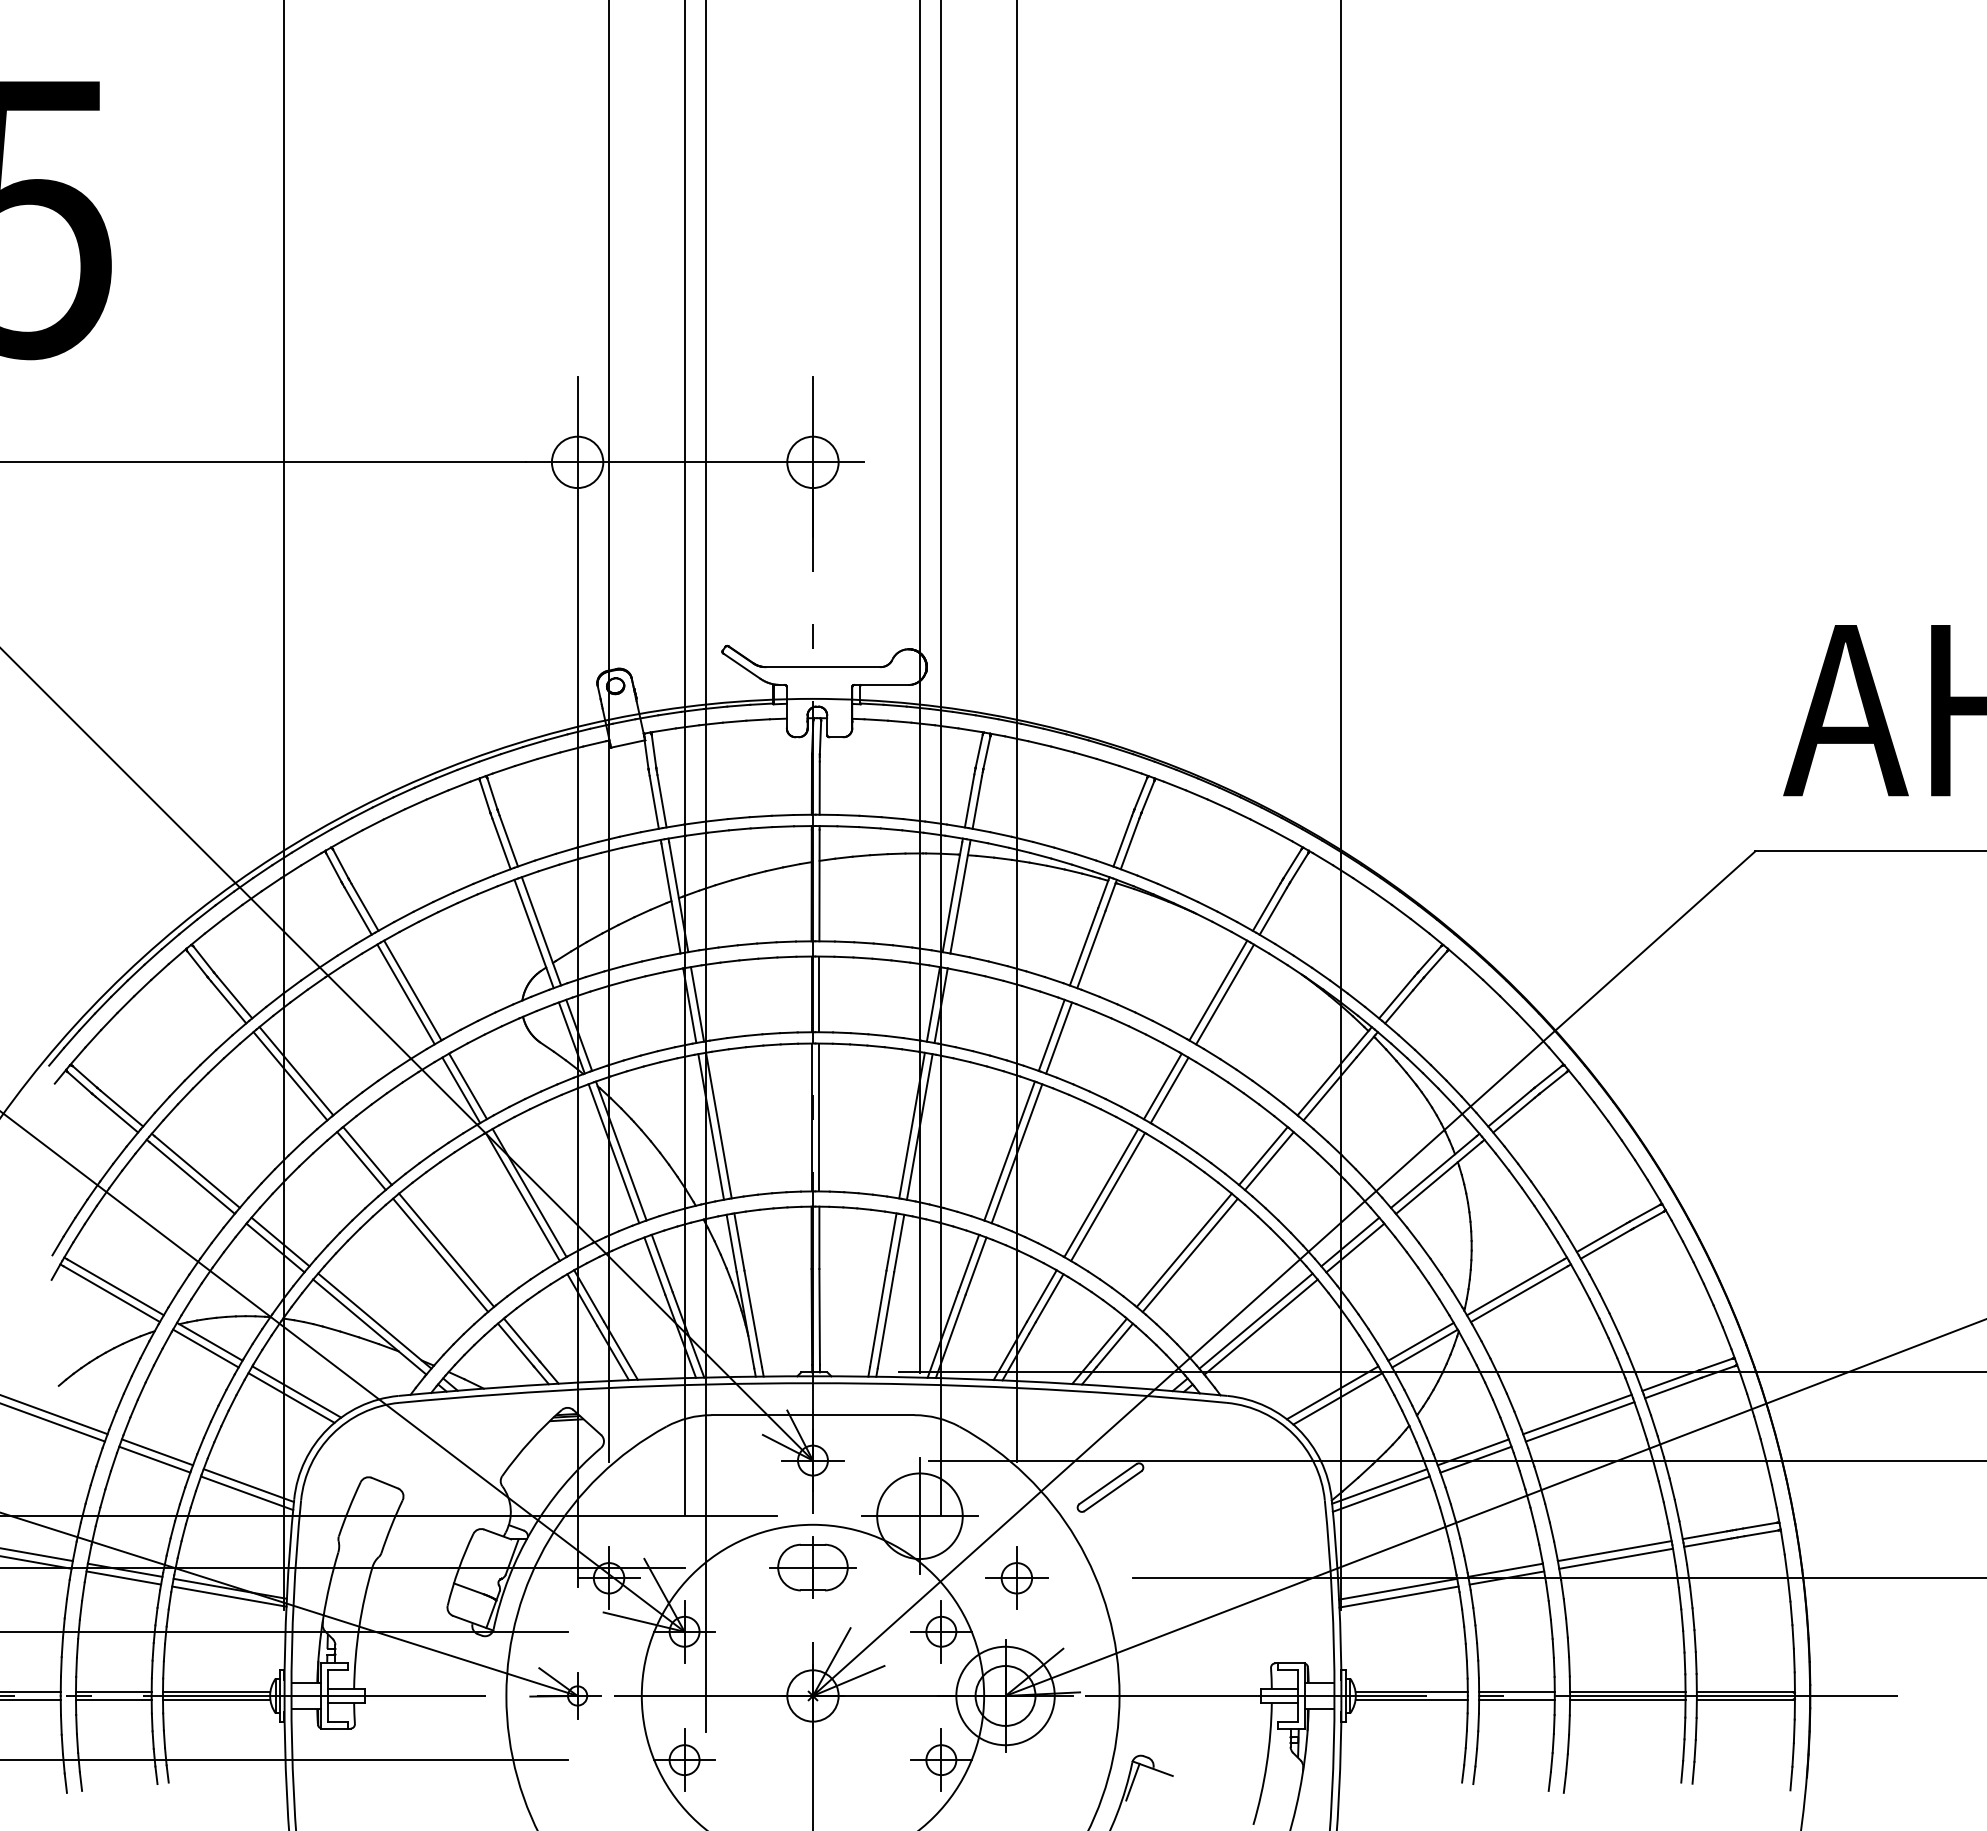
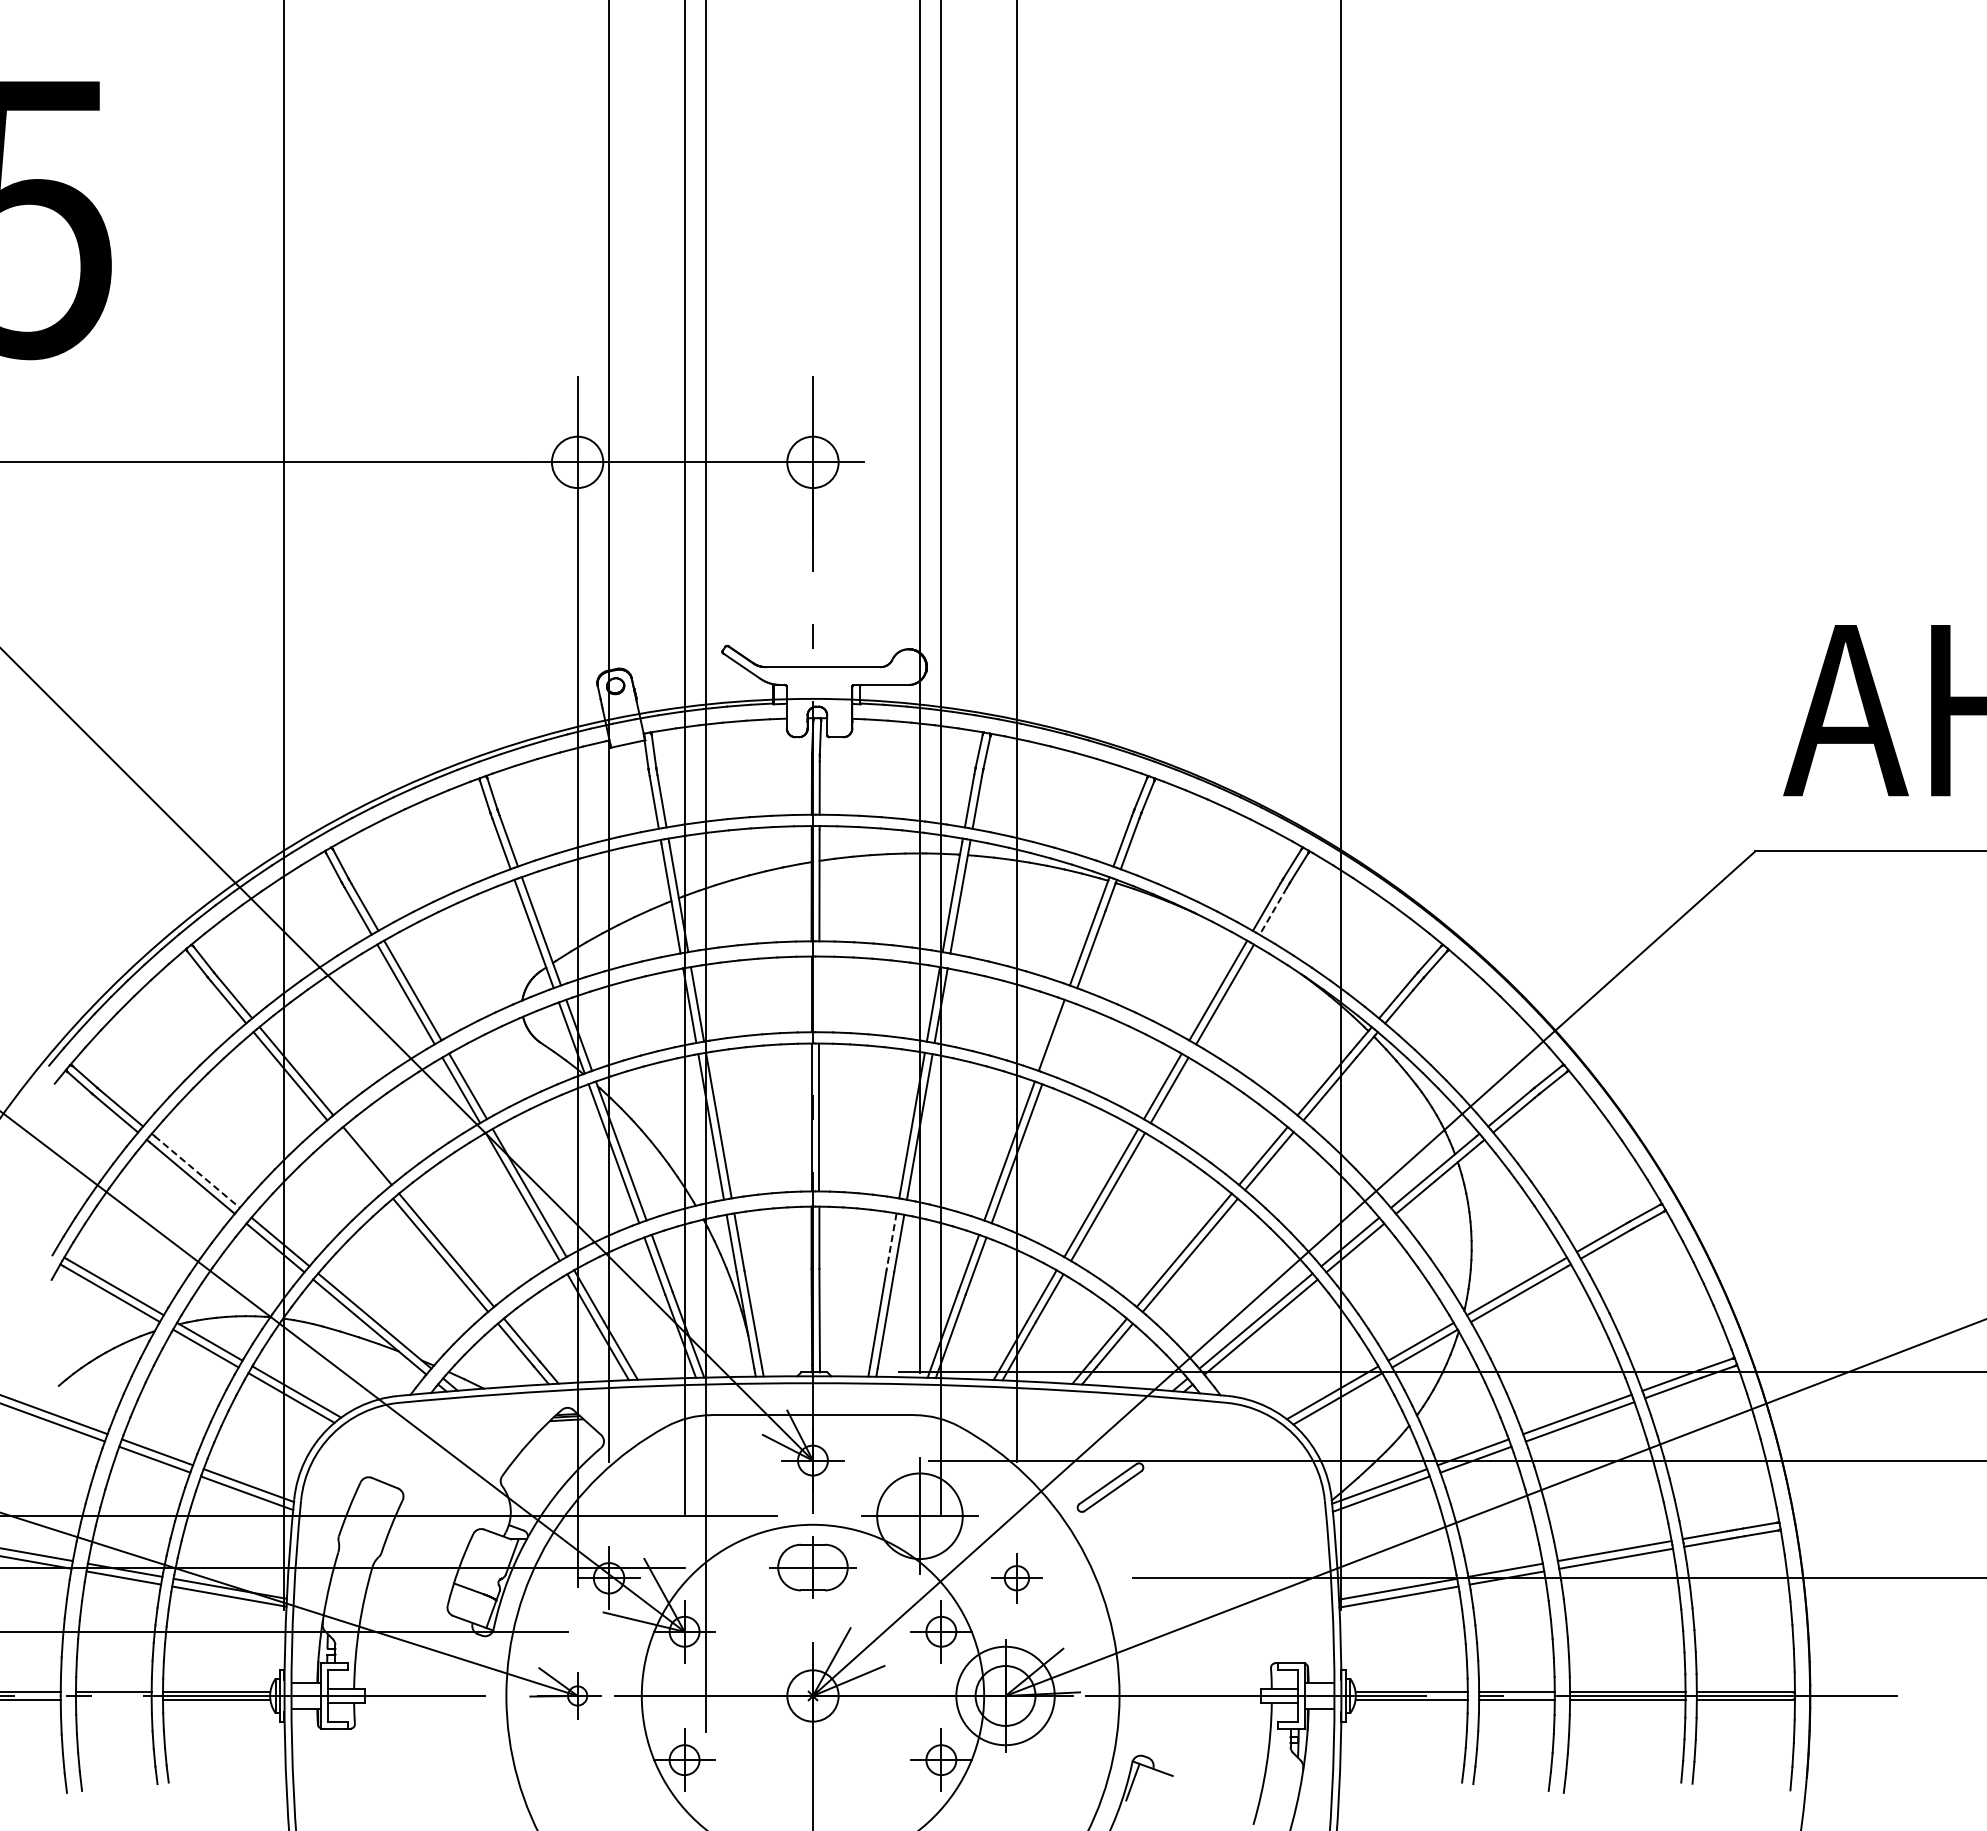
line at (1273, 911): solid -> dashed
line at (819, 994): present -> none
line at (1059, 1037): present -> none
line at (361, 1161): present -> none
line at (197, 1172): solid -> dashed
line at (891, 1242): solid -> dashed
part at (1016, 1577) size: 64x64 px -> 52x51 px
line at (113, 1699): present -> none
line at (285, 1760): present -> none
